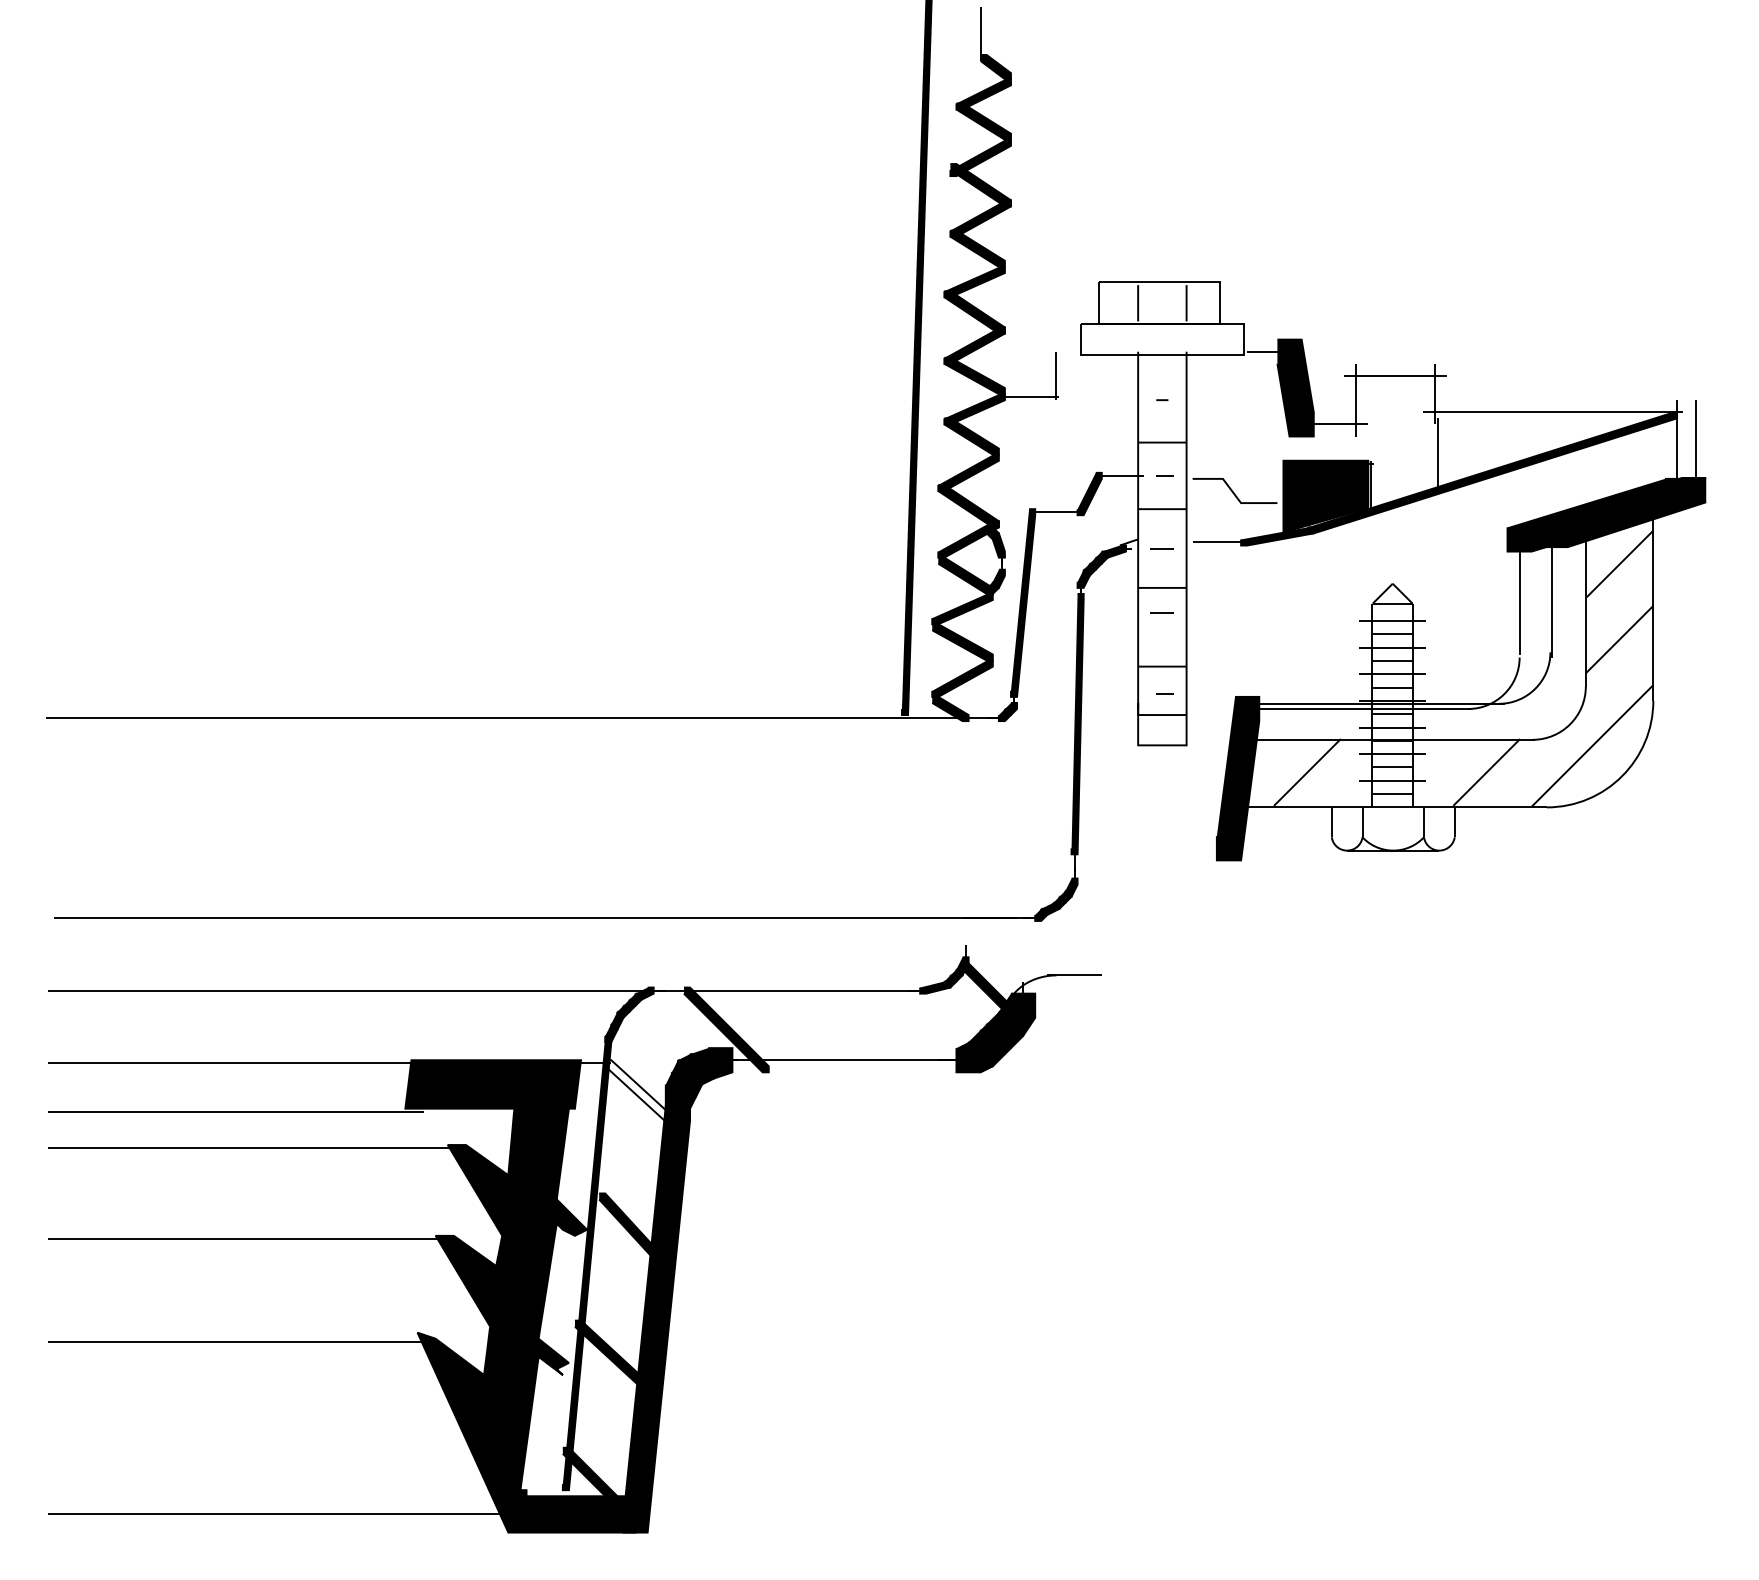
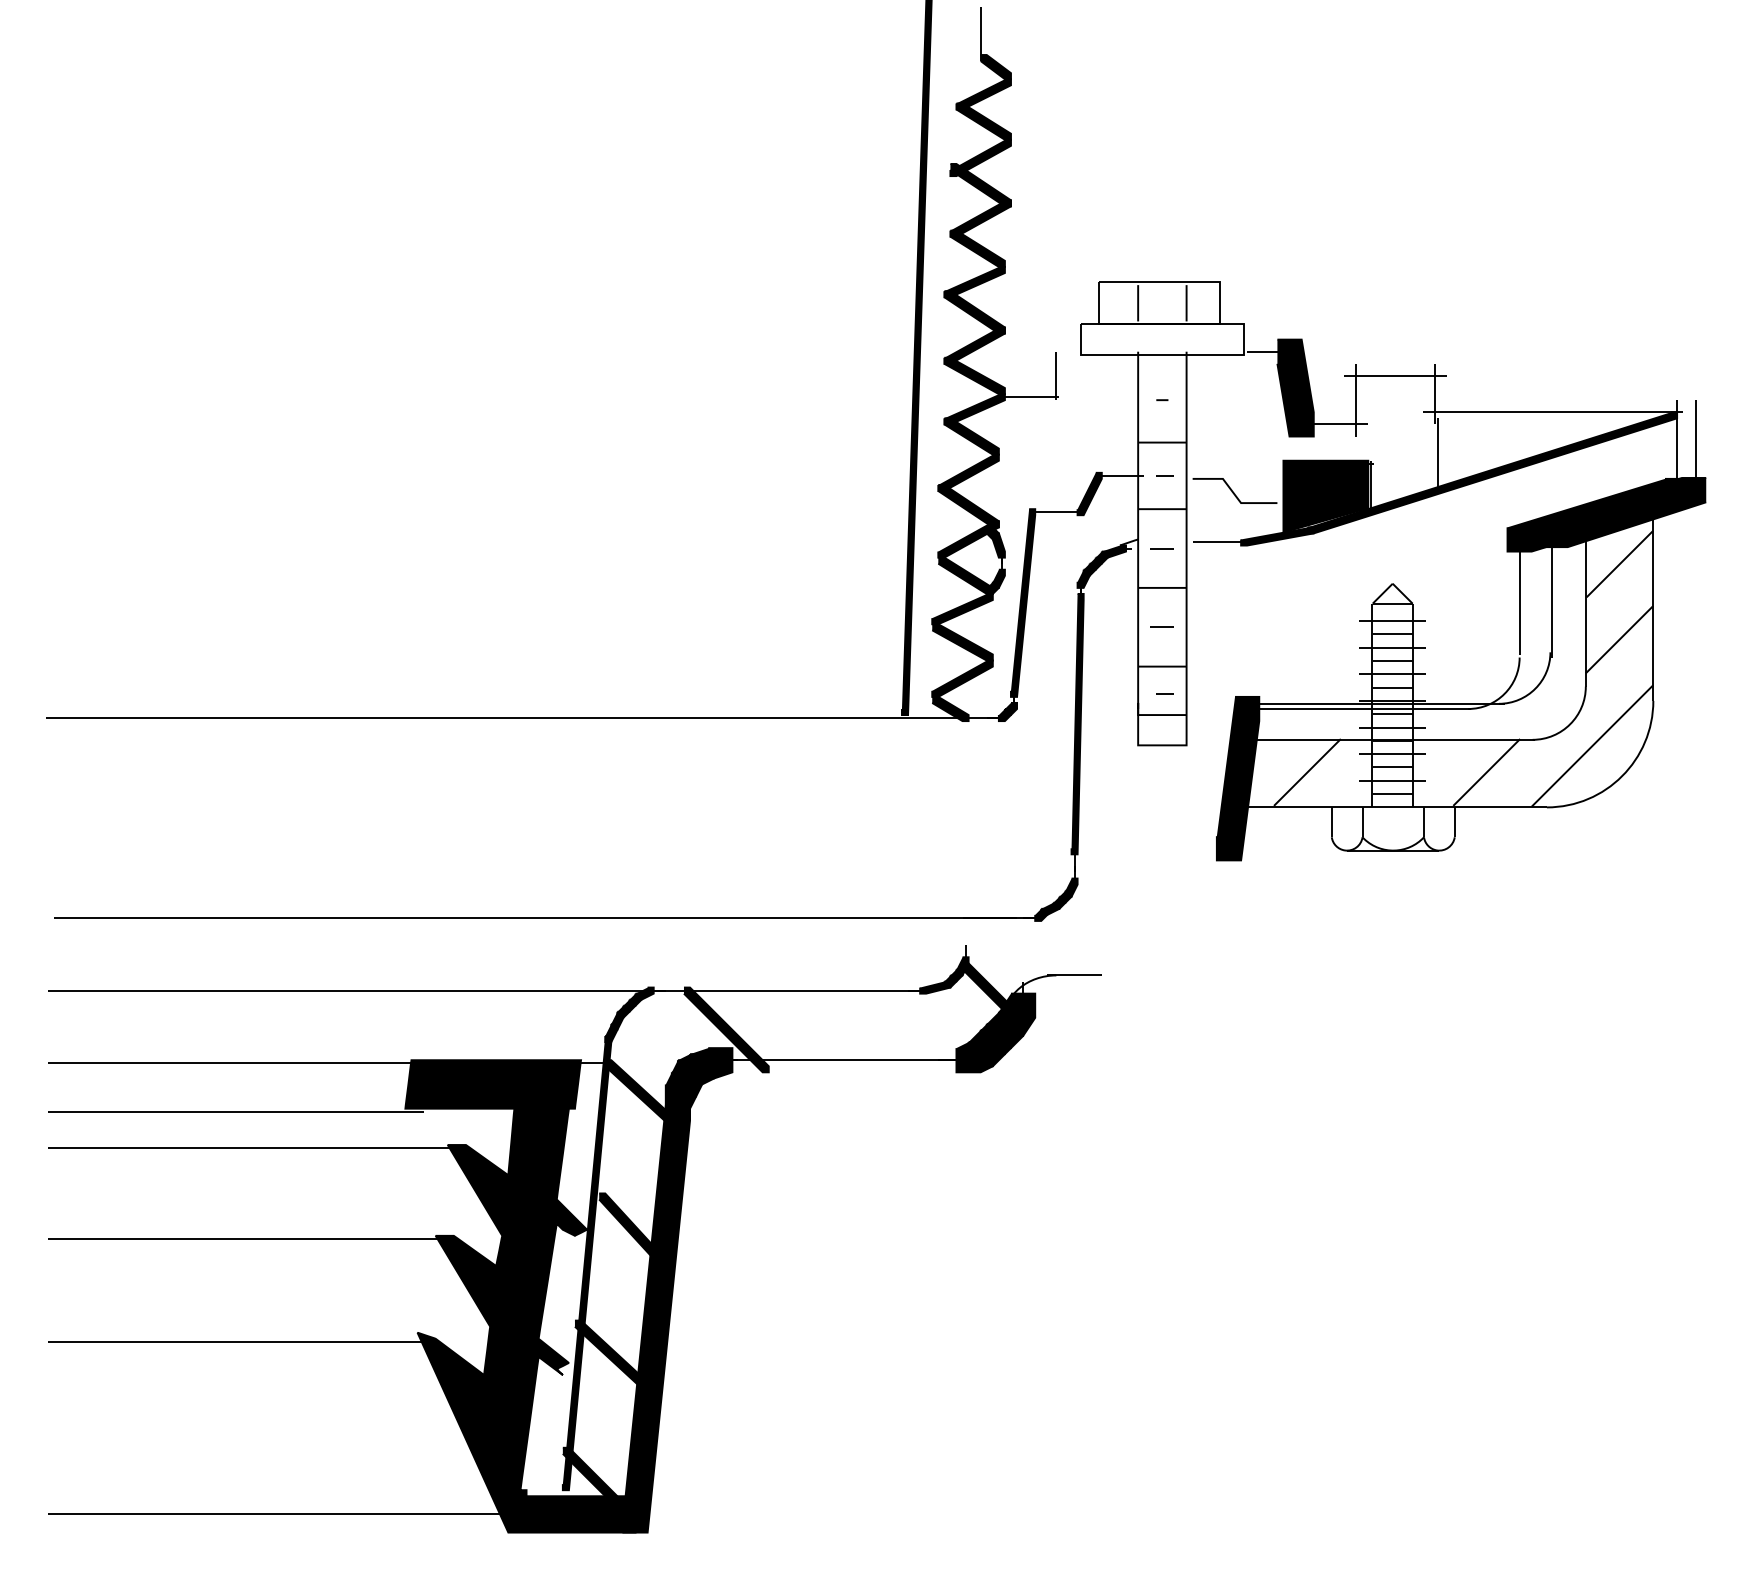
line at (1161, 612) position: (1161, 612) -> (1161, 626)
fill at (644, 1096): none -> present
